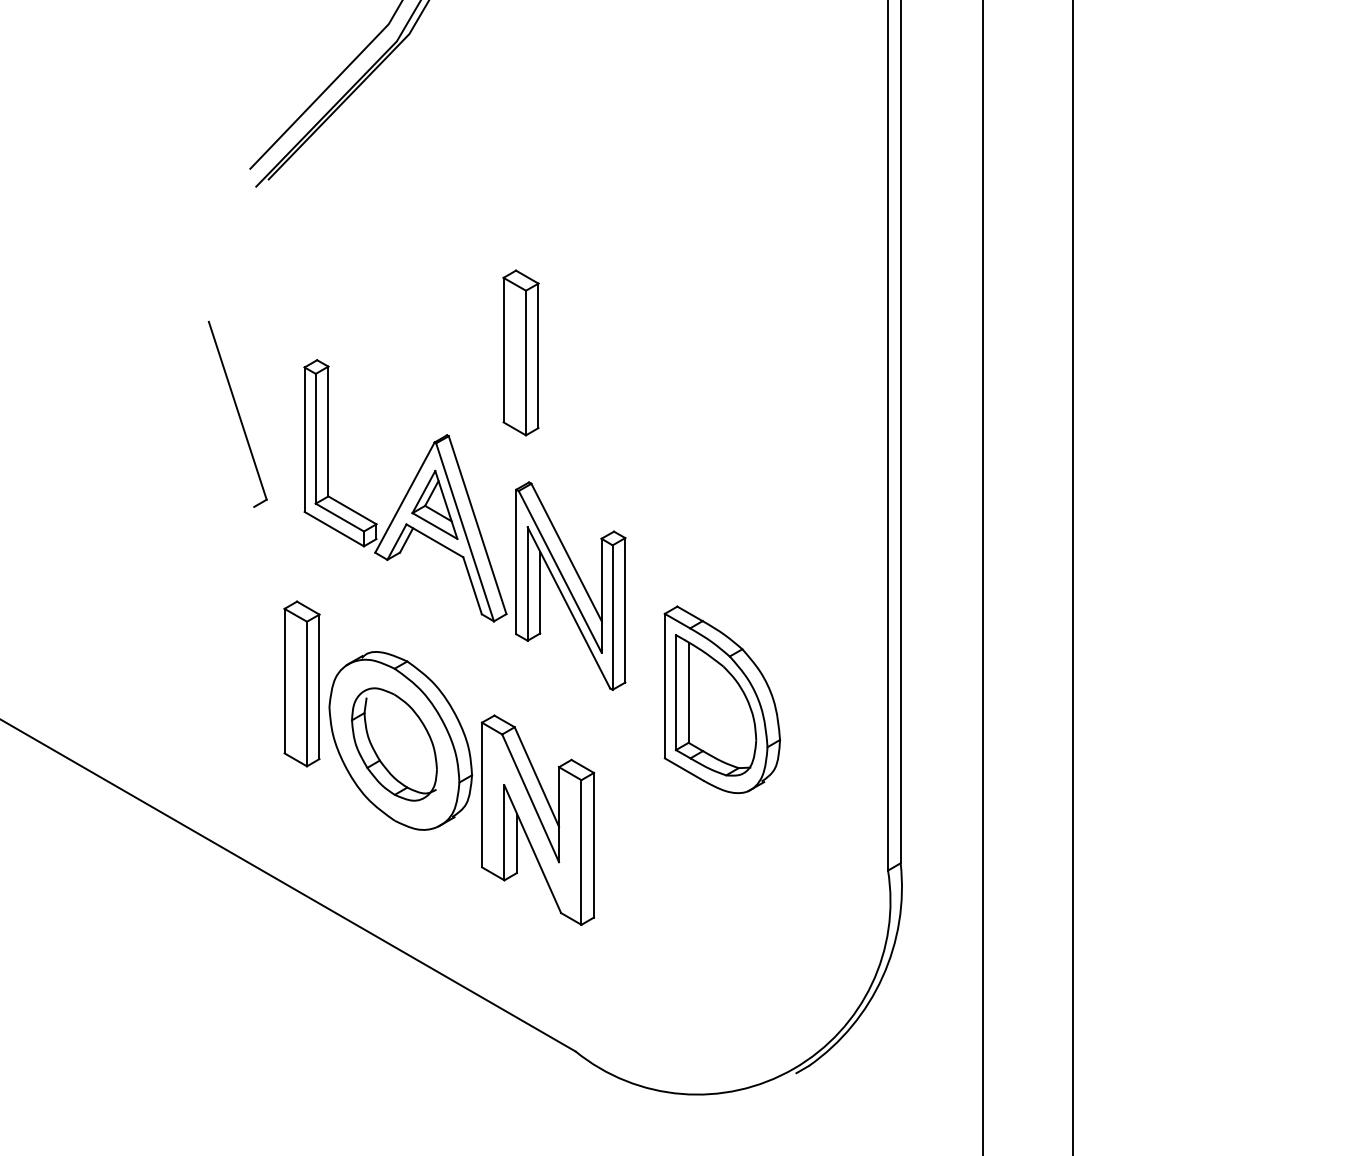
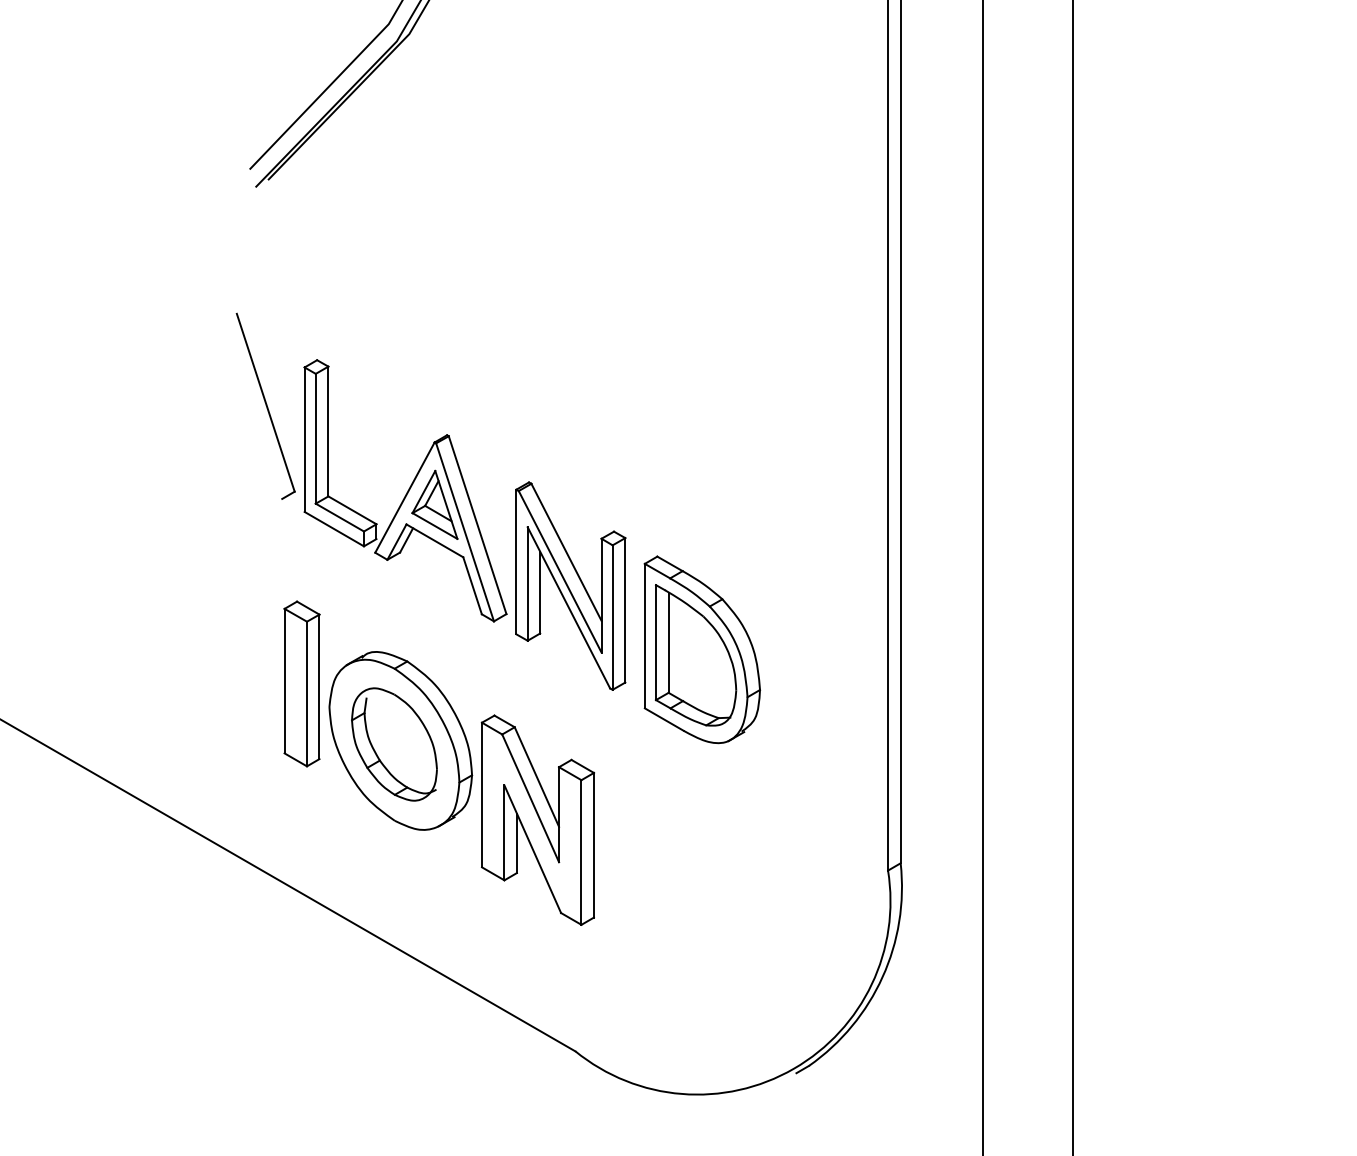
part at (520, 352): present -> none
part at (237, 413) position: (237, 413) -> (265, 405)
part at (722, 699) position: (722, 699) -> (702, 649)
